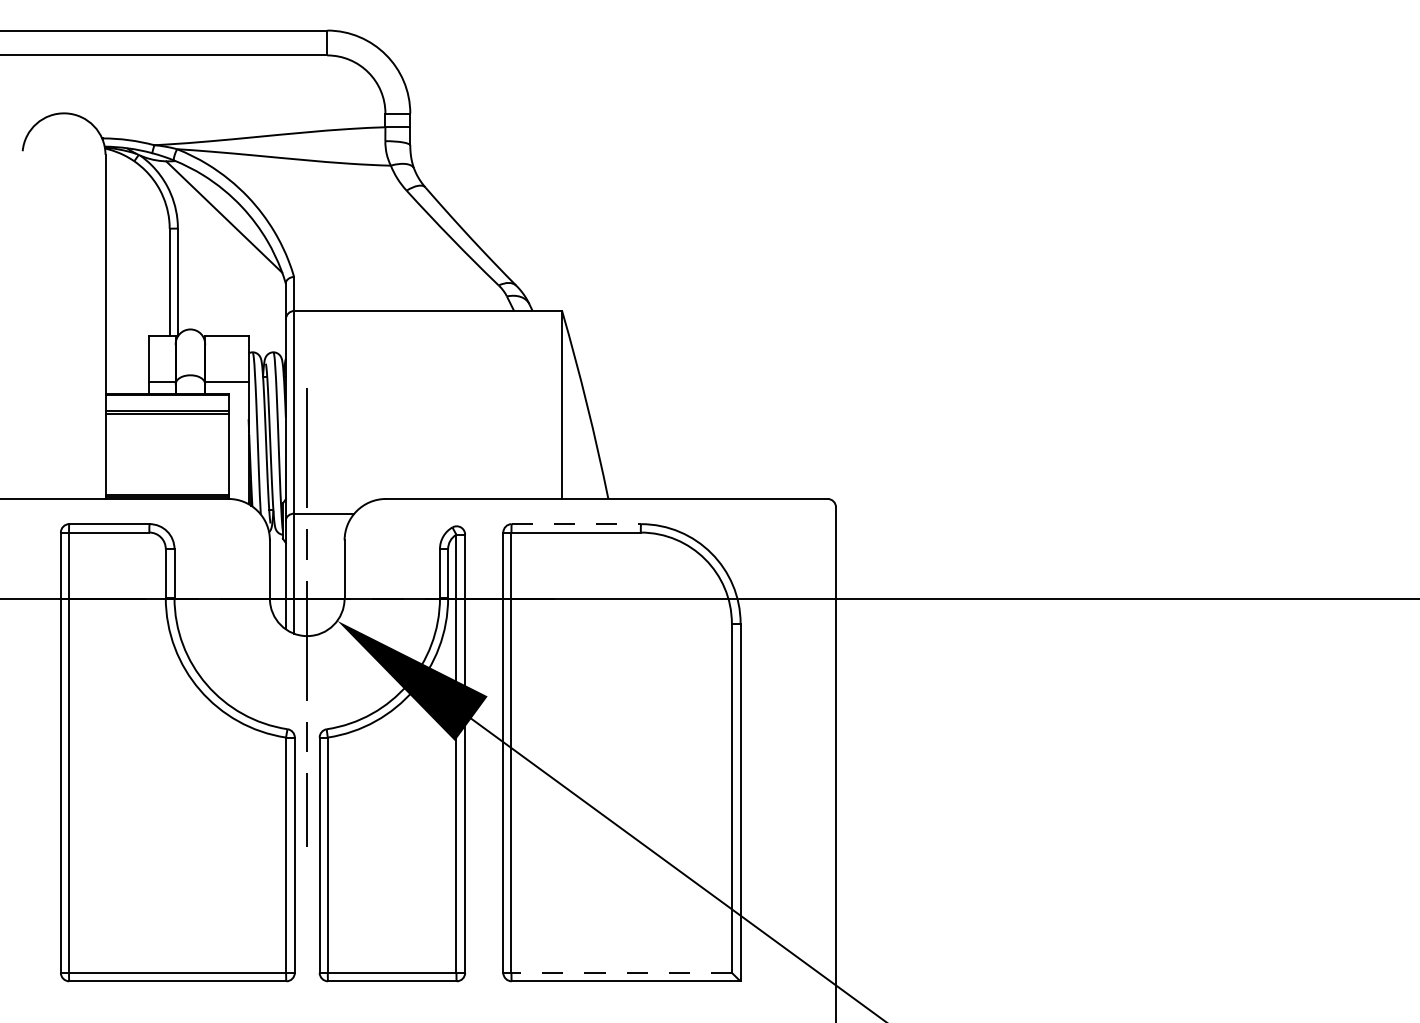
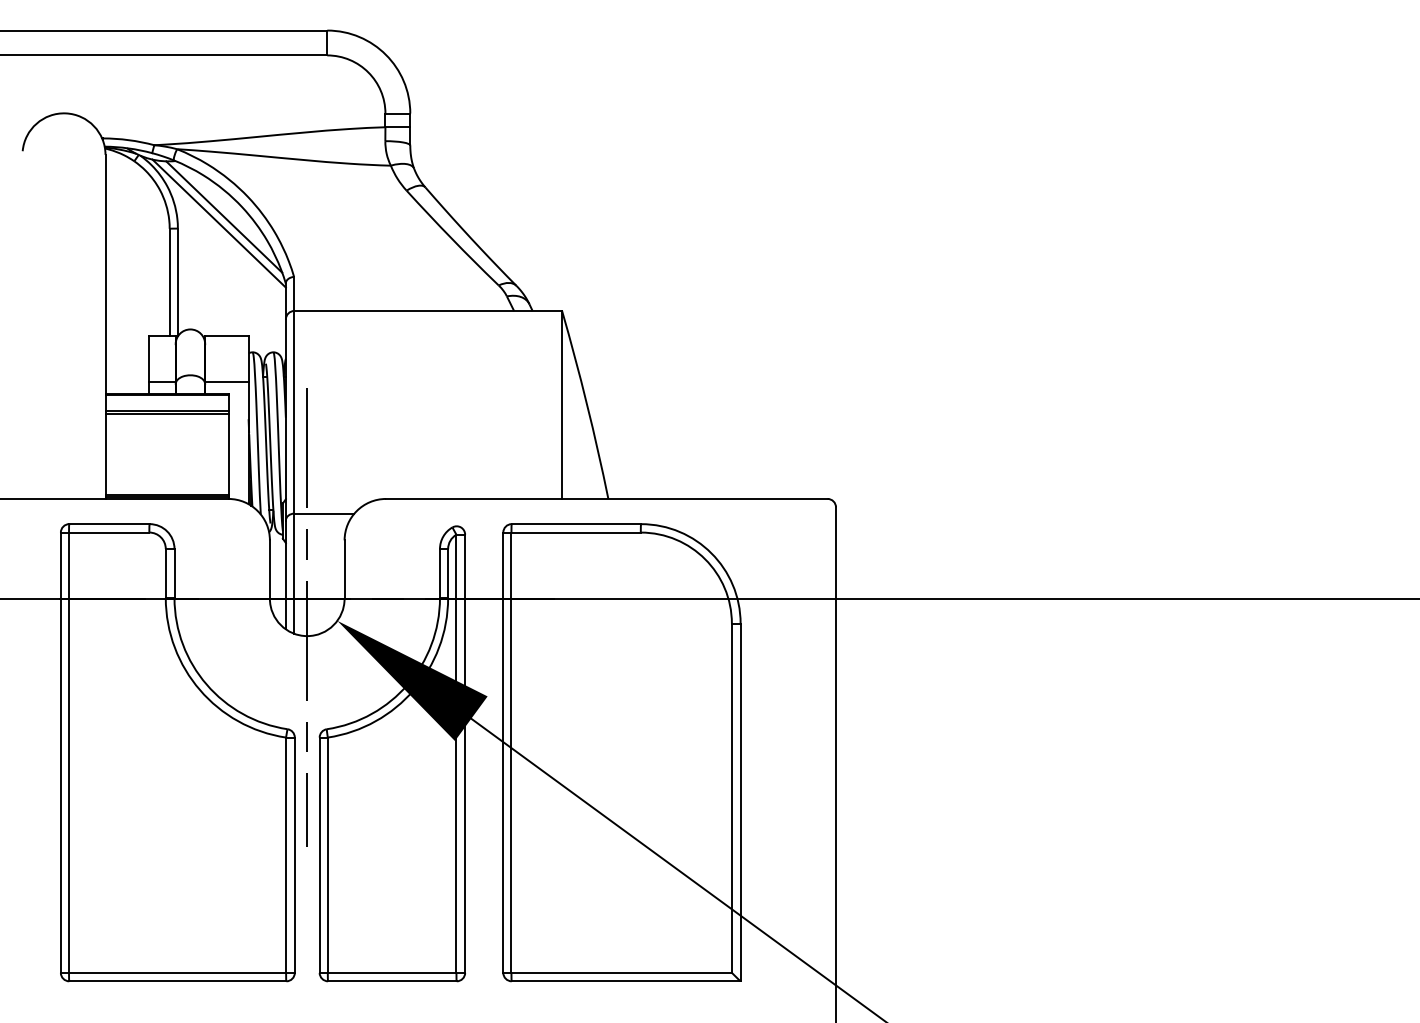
line at (218, 223): none -> present
line at (576, 524): dashed -> solid
line at (621, 972): dashed -> solid
